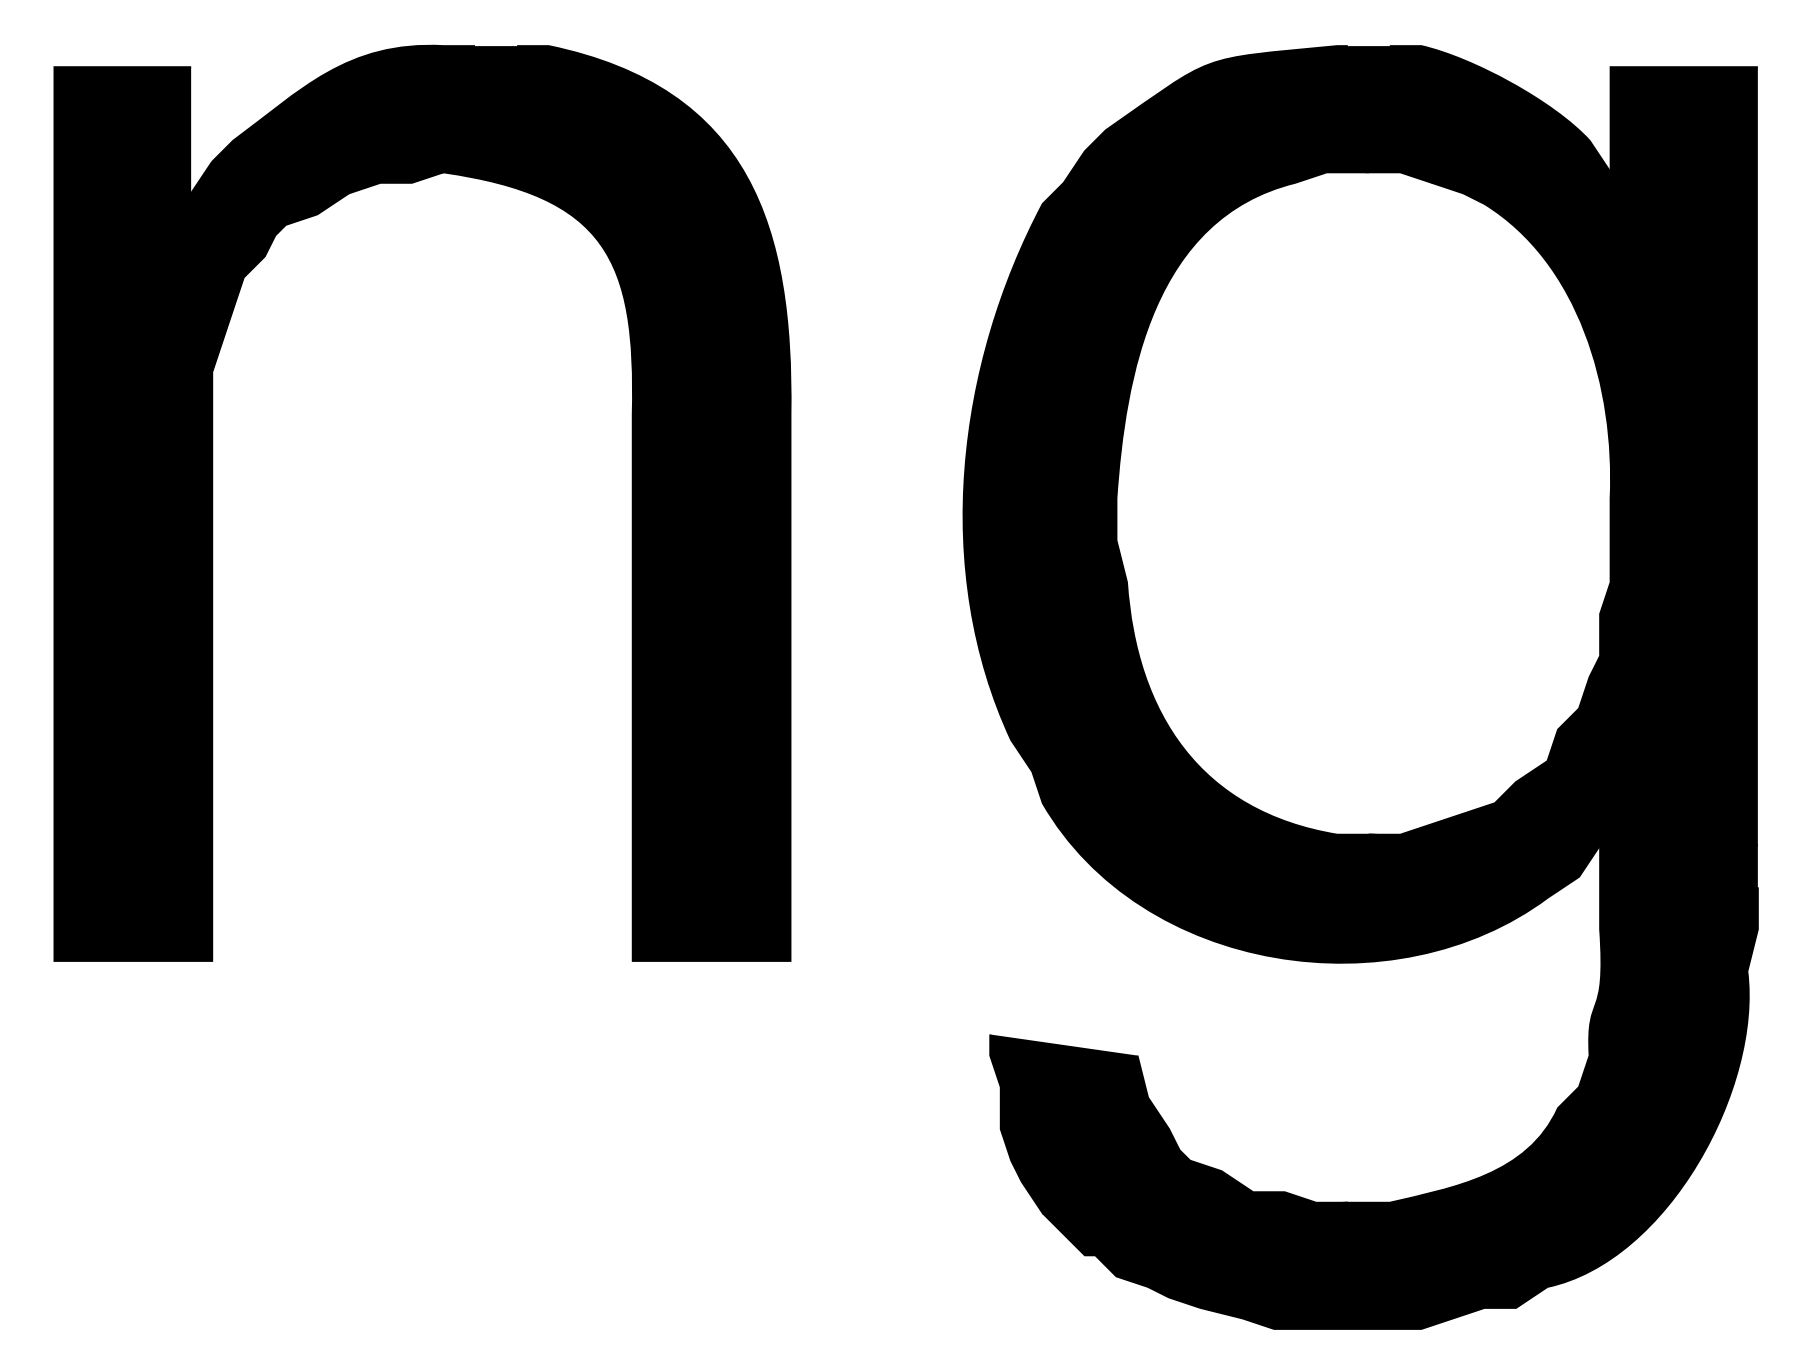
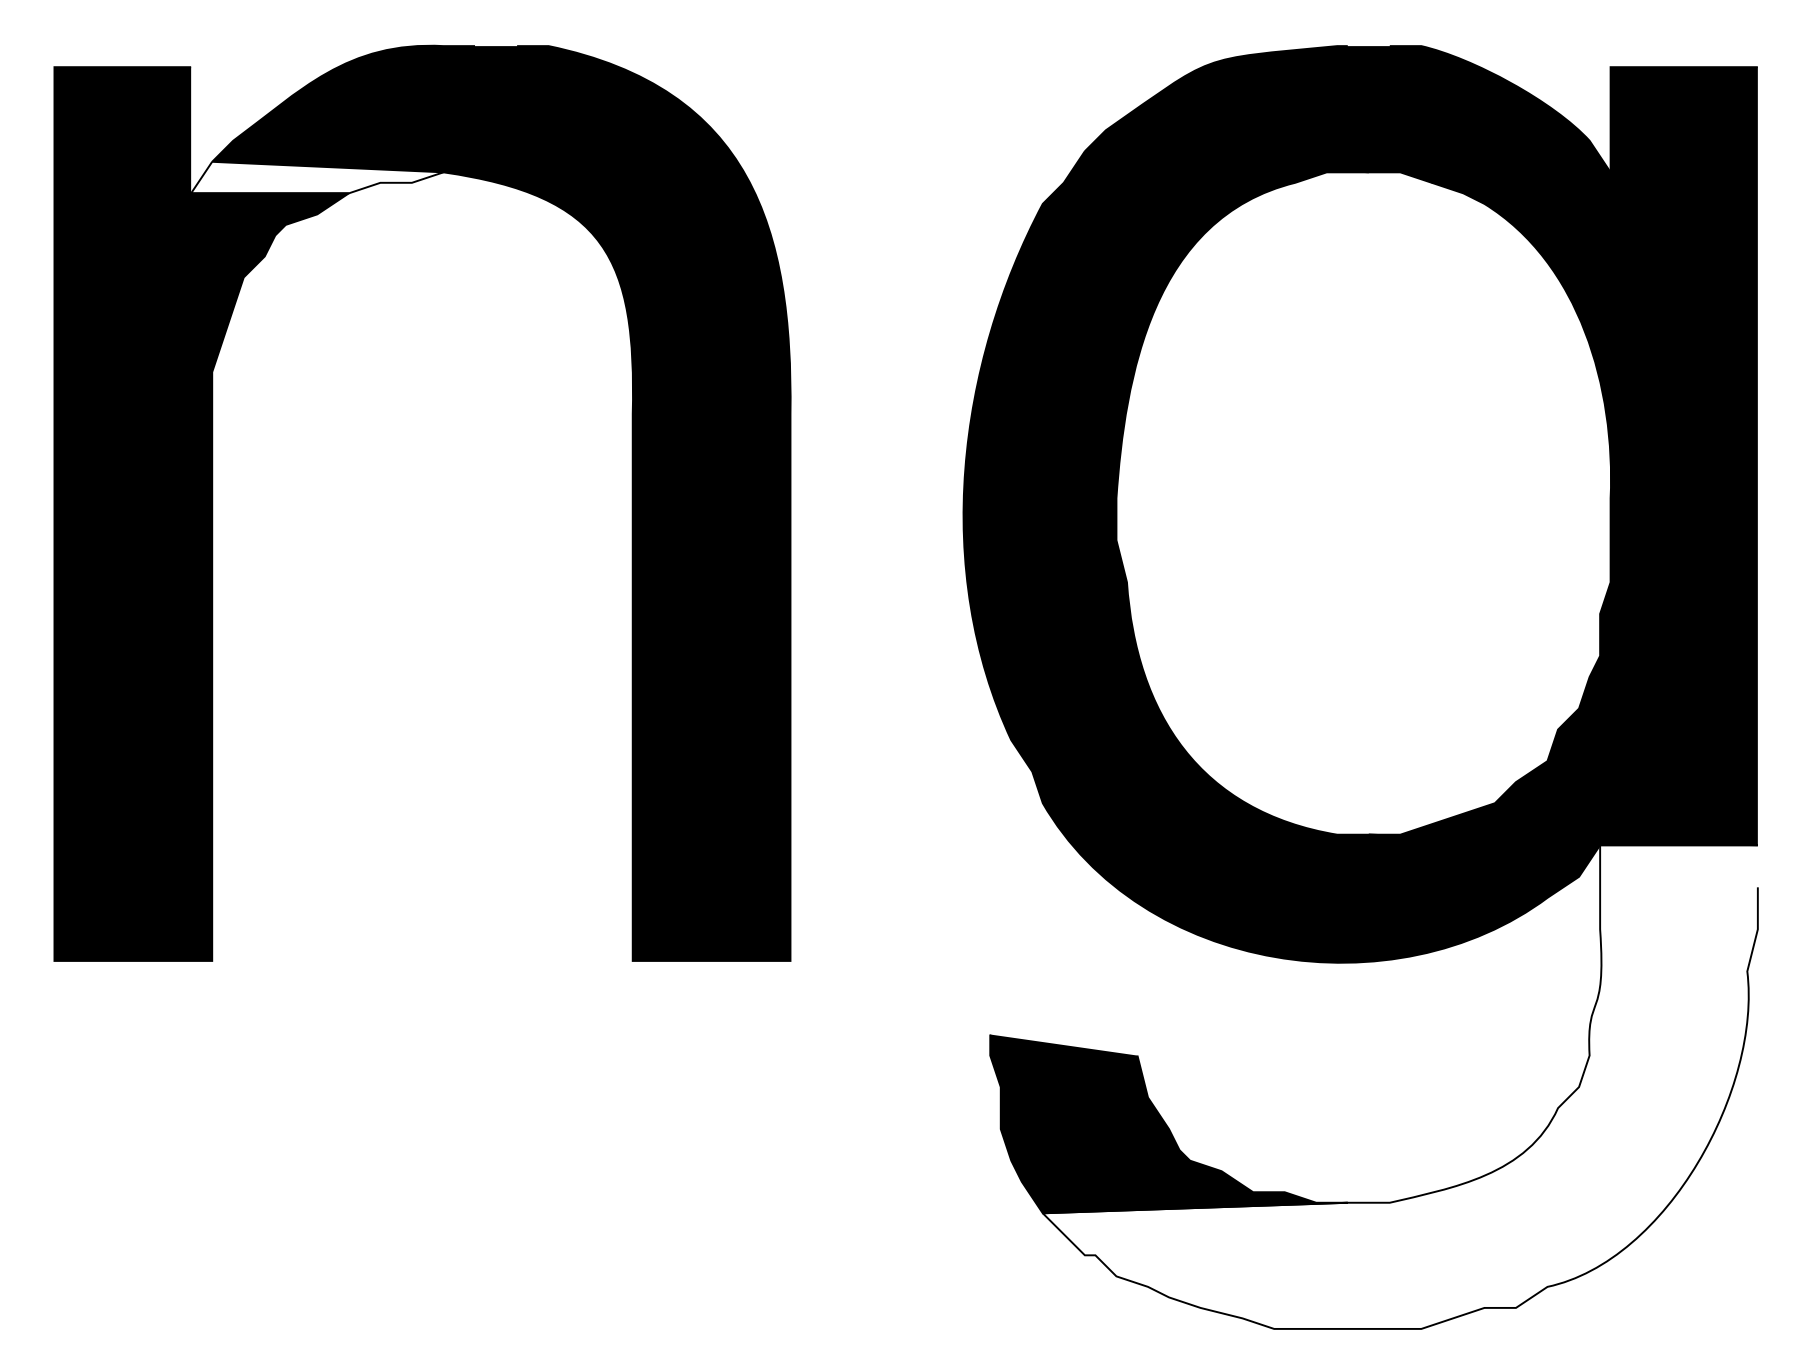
fill at (317, 177): present -> none
fill at (1399, 1086): present -> none
